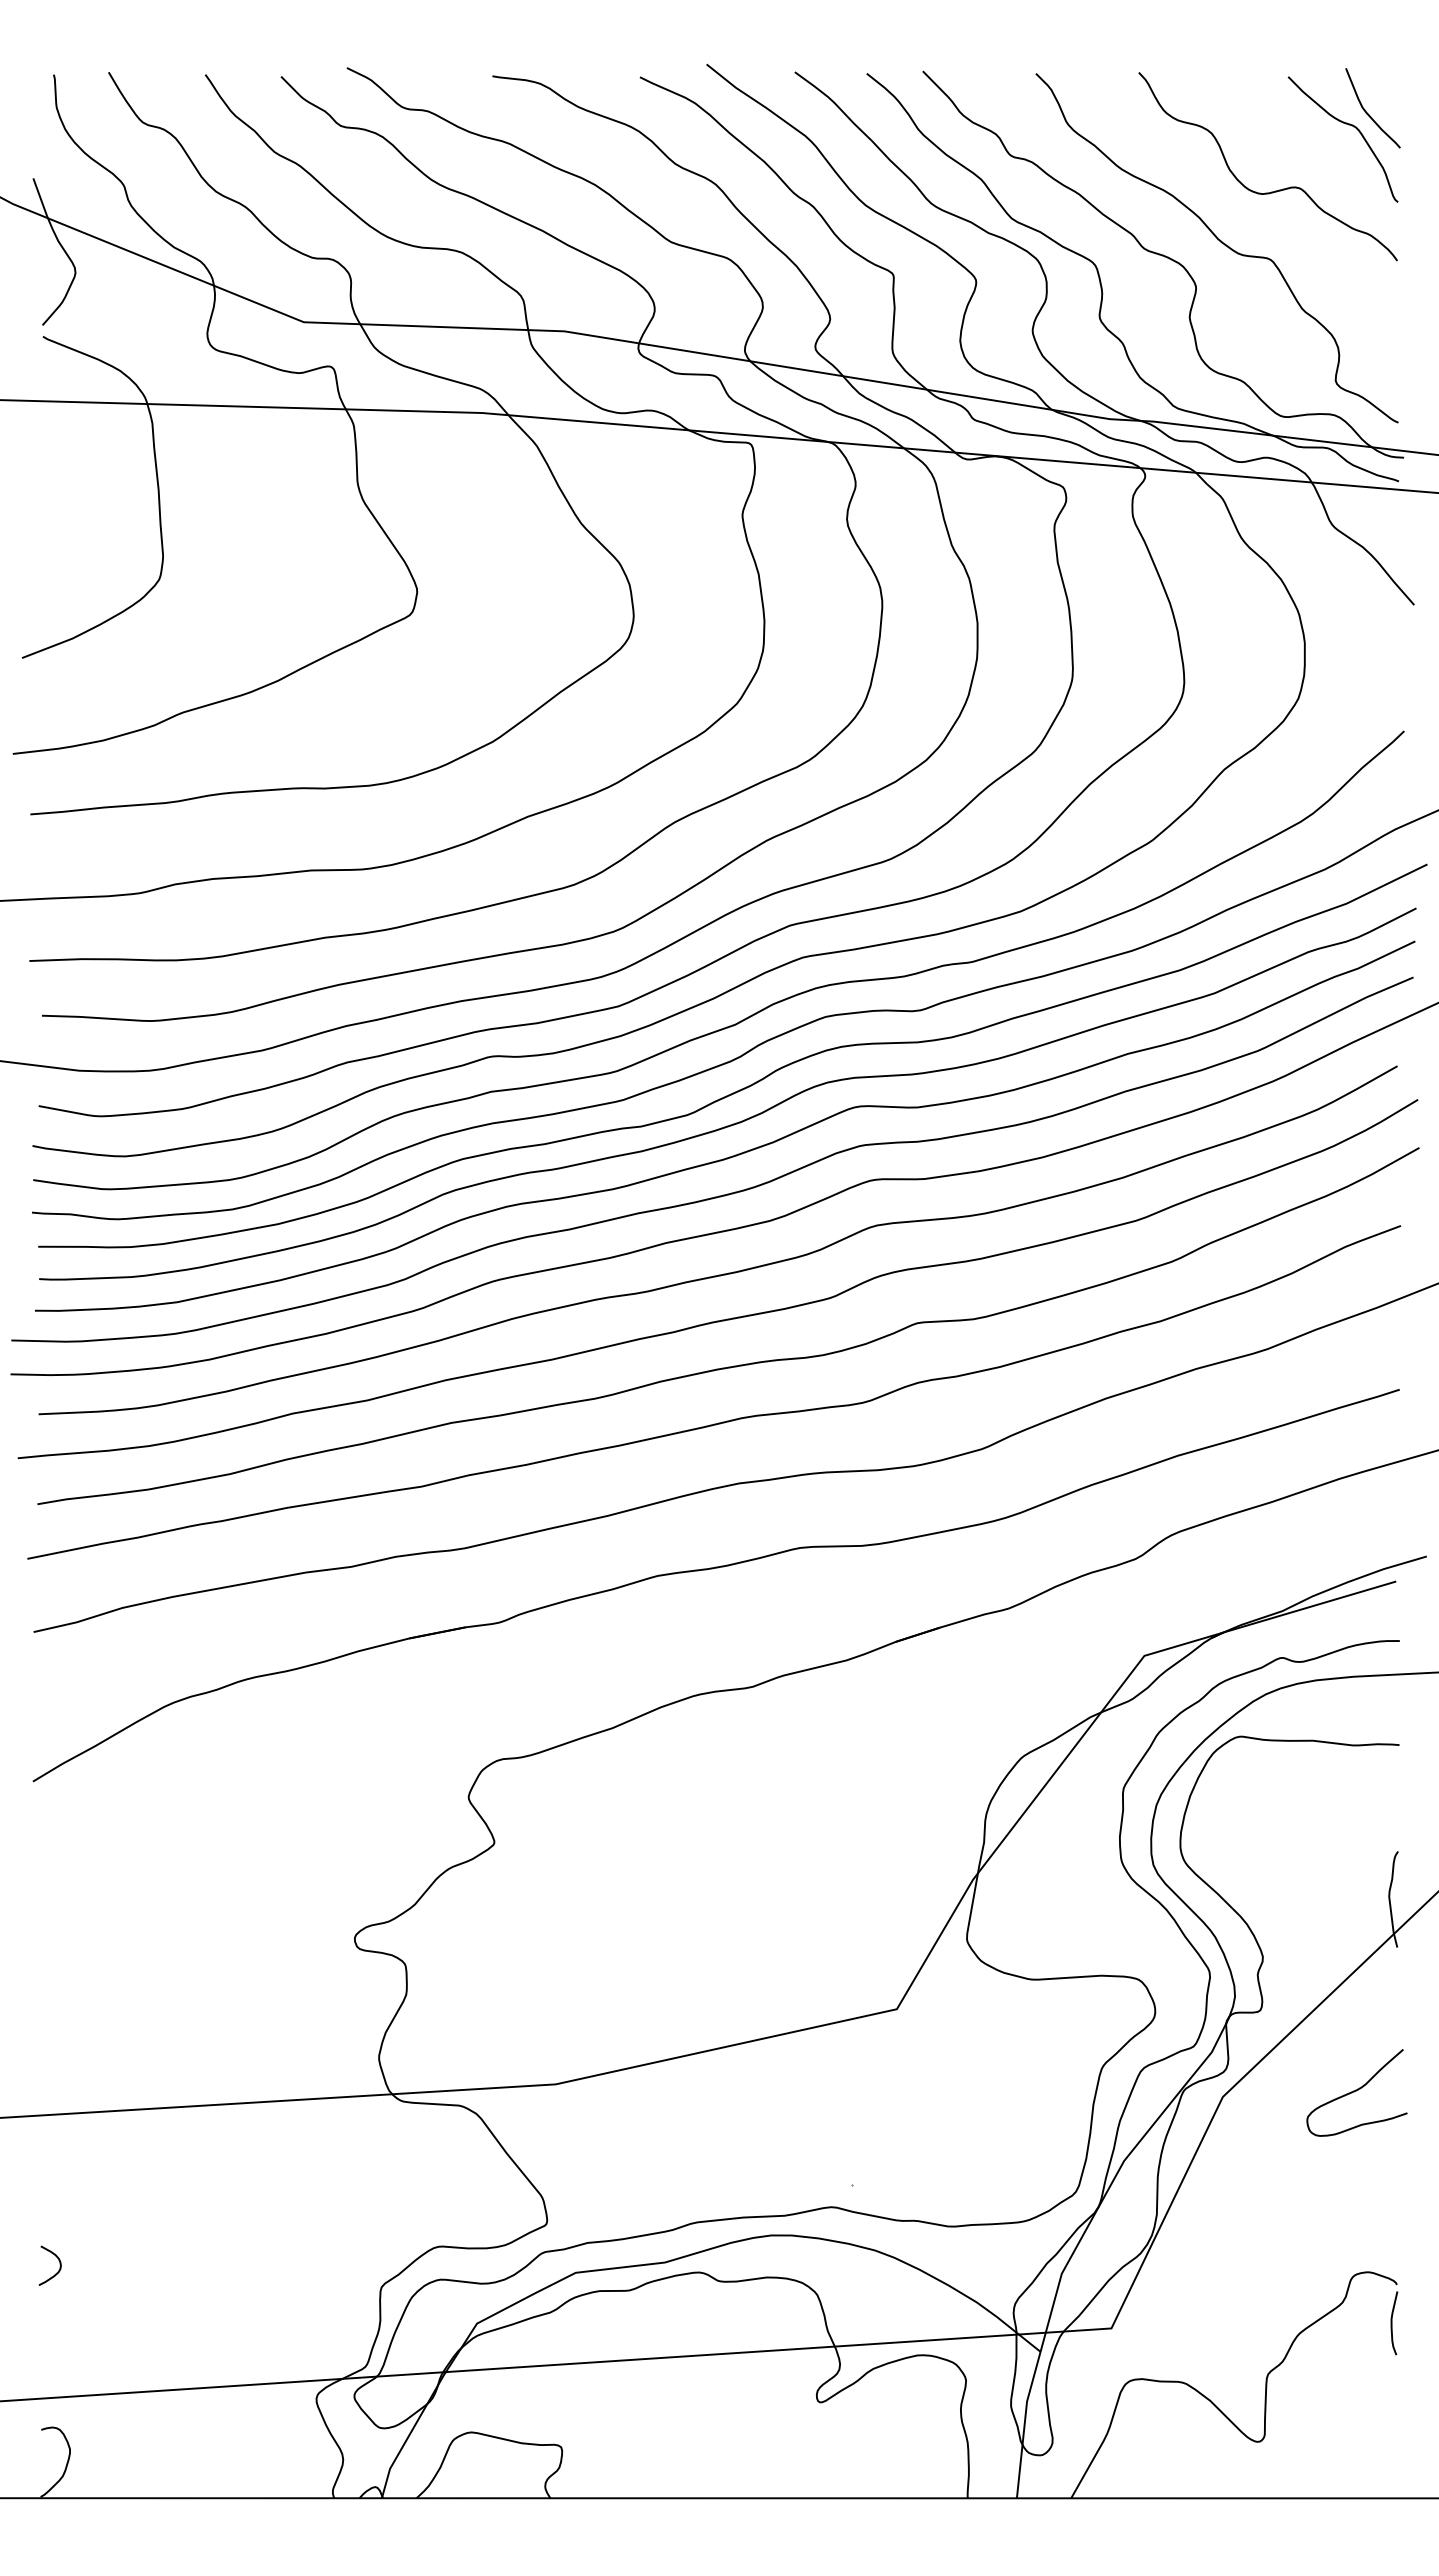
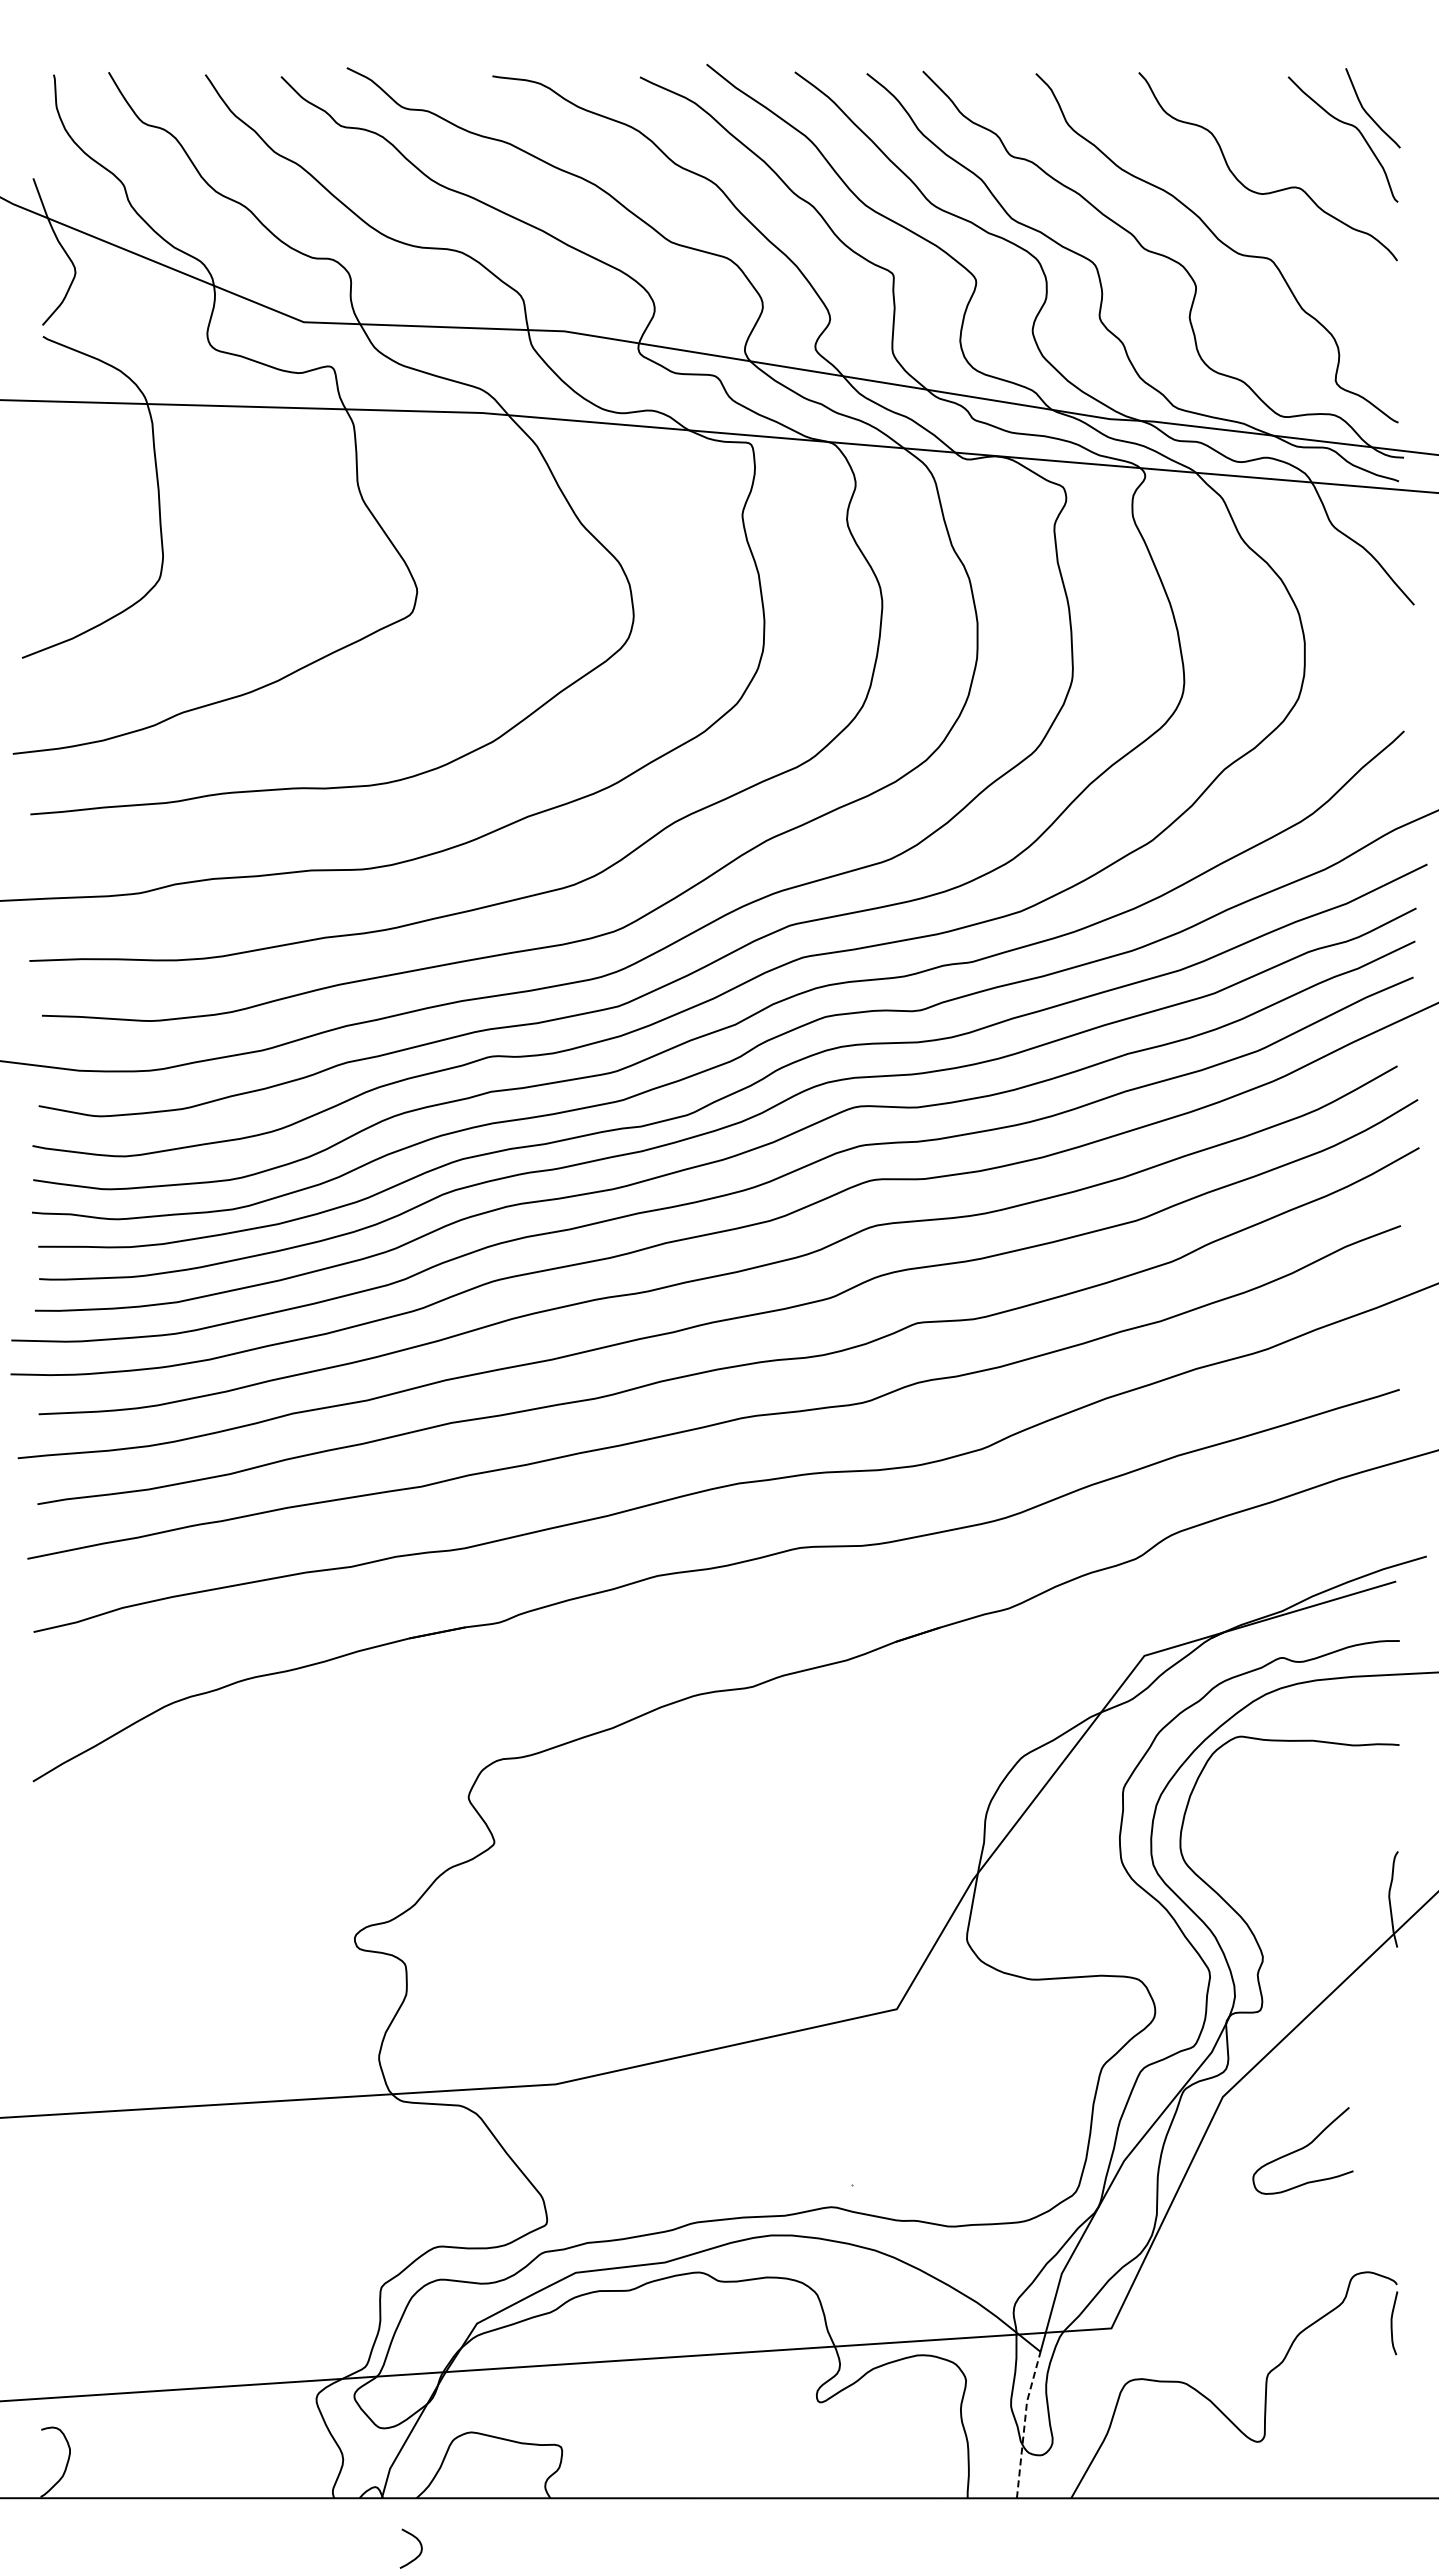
curve at (1356, 2091) position: (1356, 2091) -> (1302, 2149)
curve at (56, 2272) position: (56, 2272) -> (417, 2555)
line at (1024, 2423): solid -> dashed
